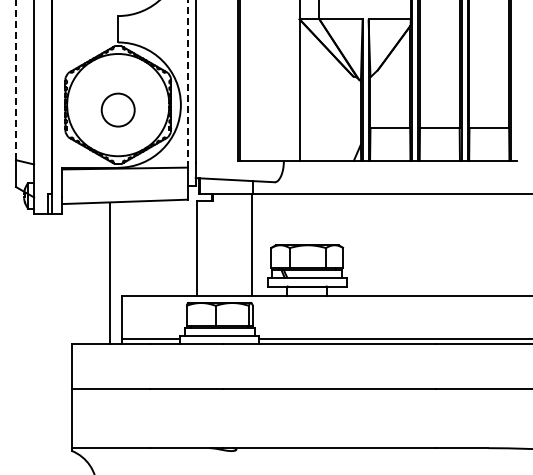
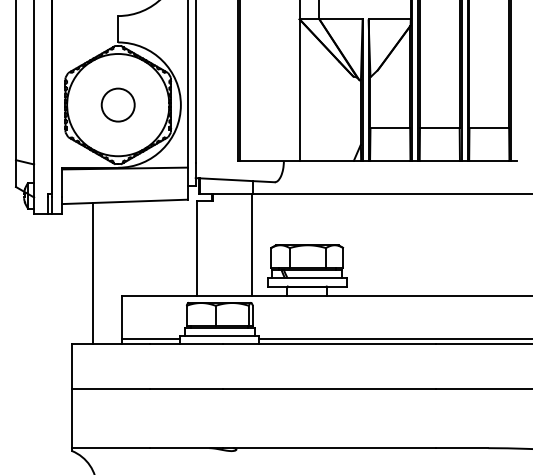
line at (15, 80): dashed -> solid
line at (187, 83): dashed -> solid
circle at (117, 109) position: (117, 109) -> (117, 104)
line at (109, 273) position: (109, 273) -> (92, 273)
